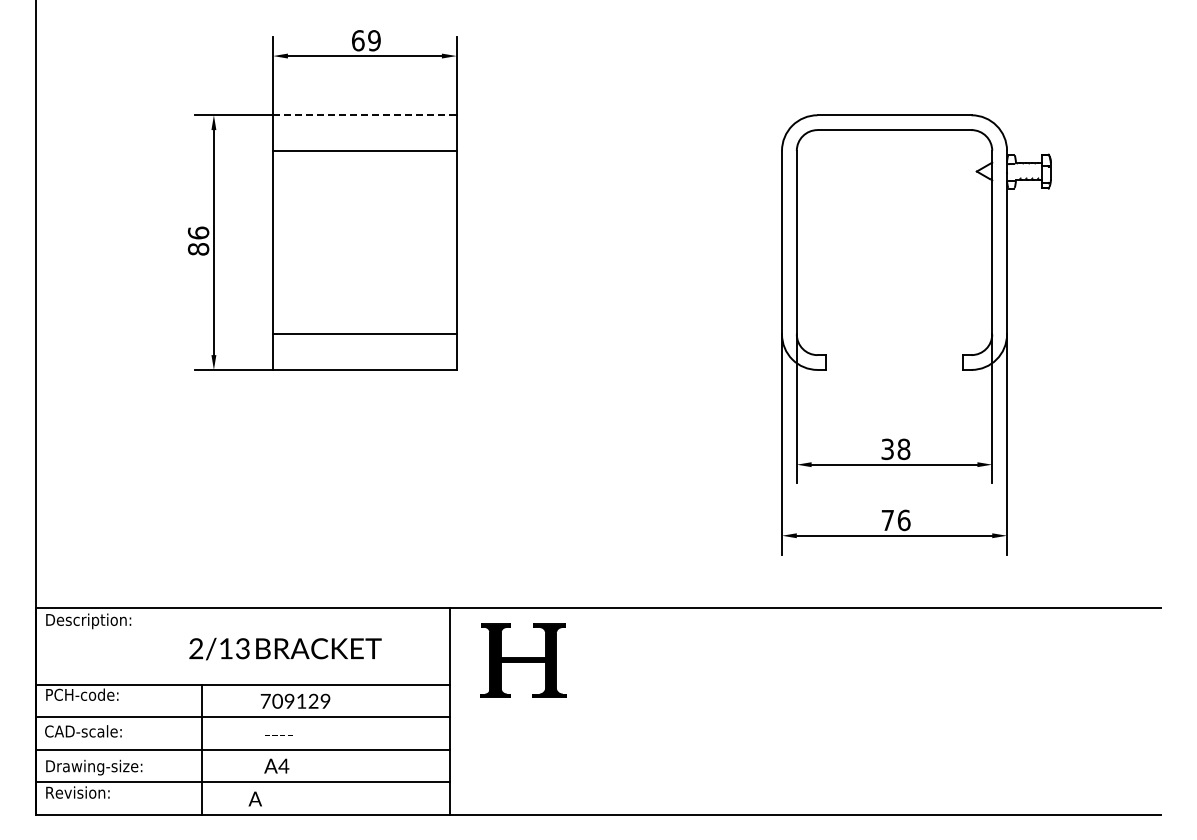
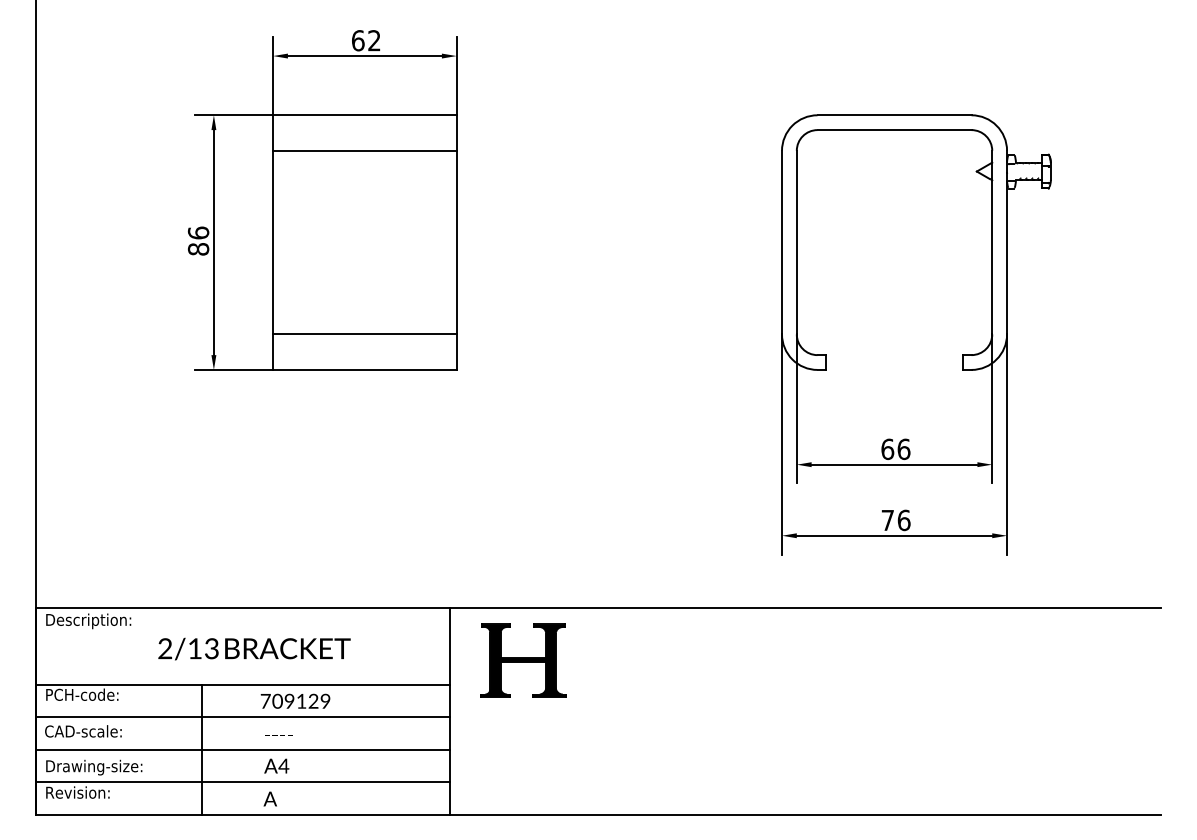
text at (374, 40): 69 -> 62
line at (364, 115): dashed -> solid
text at (895, 449): 38 -> 66
text at (285, 648) position: (285, 648) -> (254, 648)
text at (254, 798) position: (254, 798) -> (269, 798)
